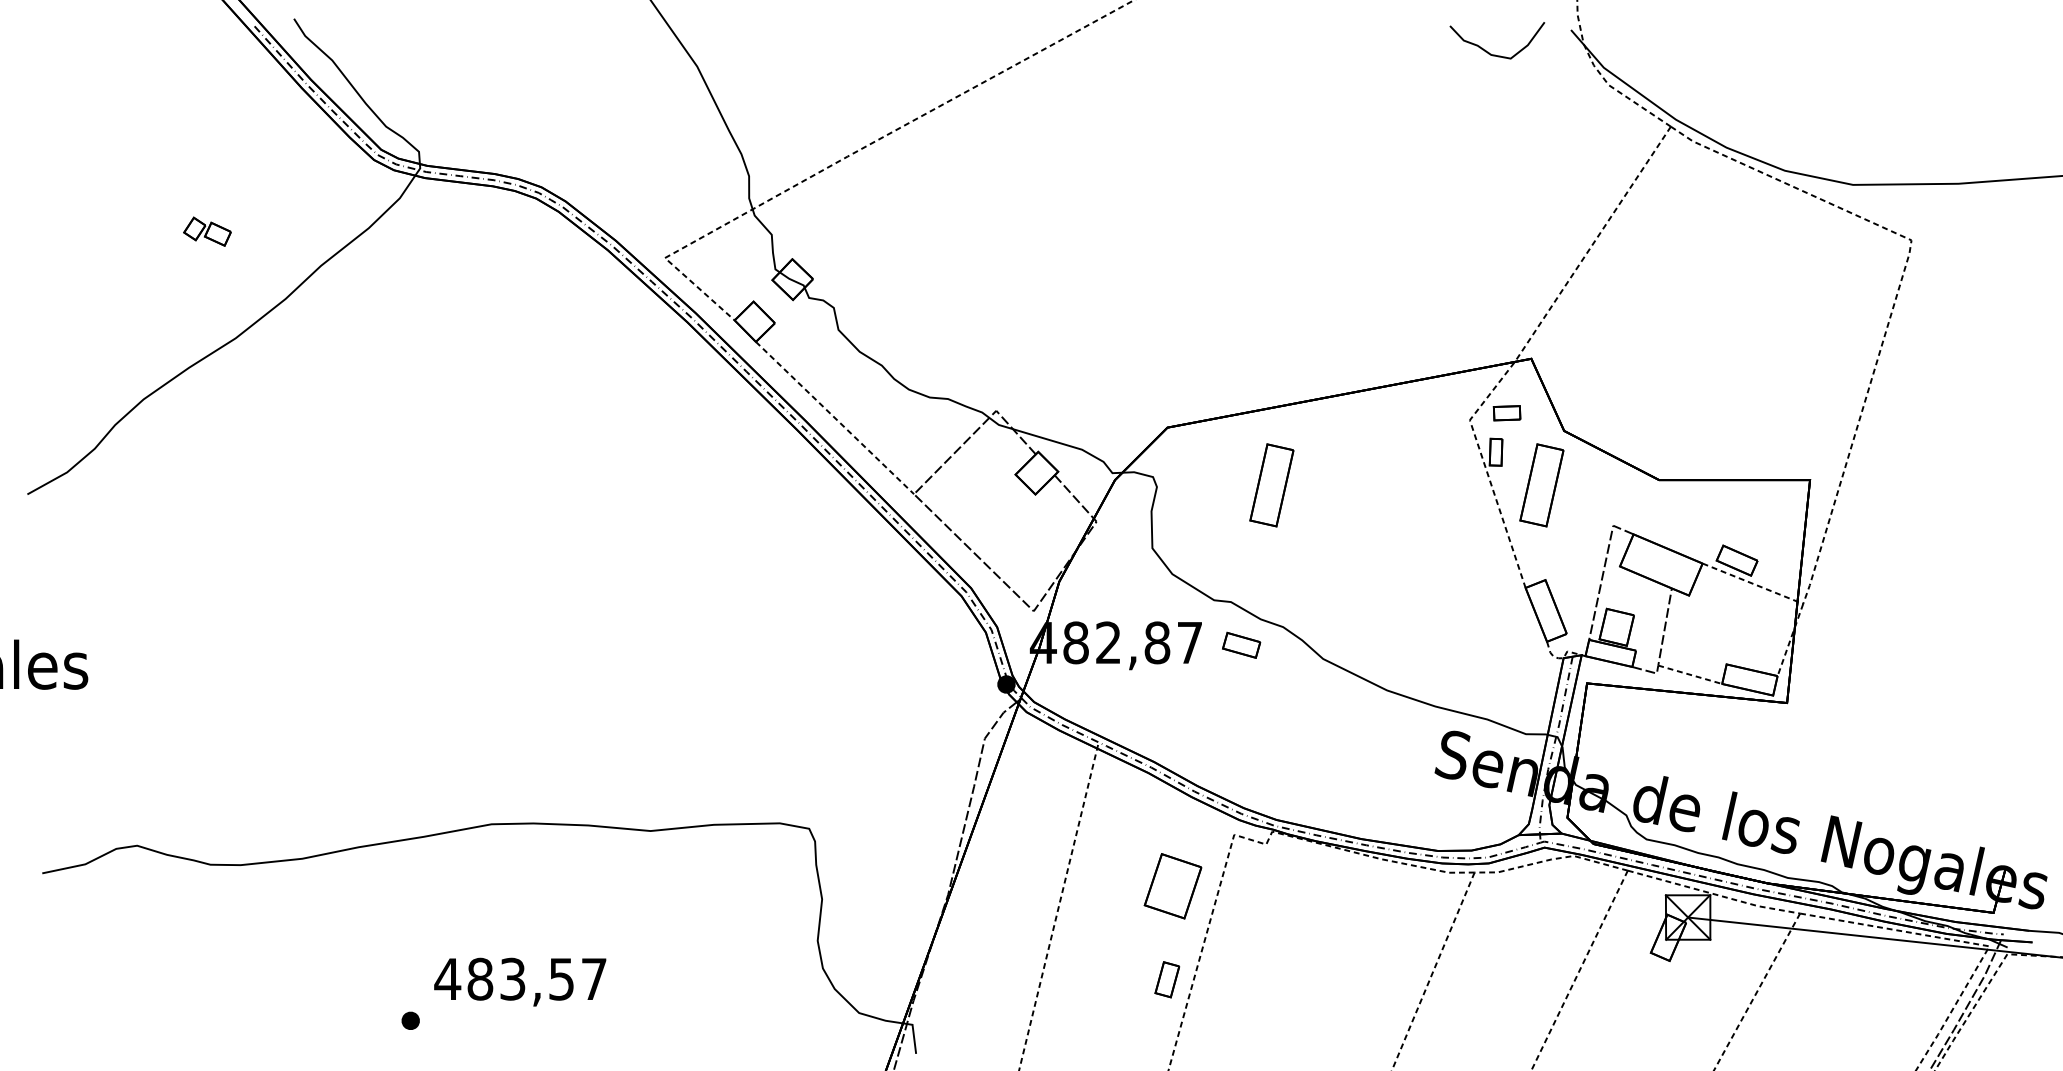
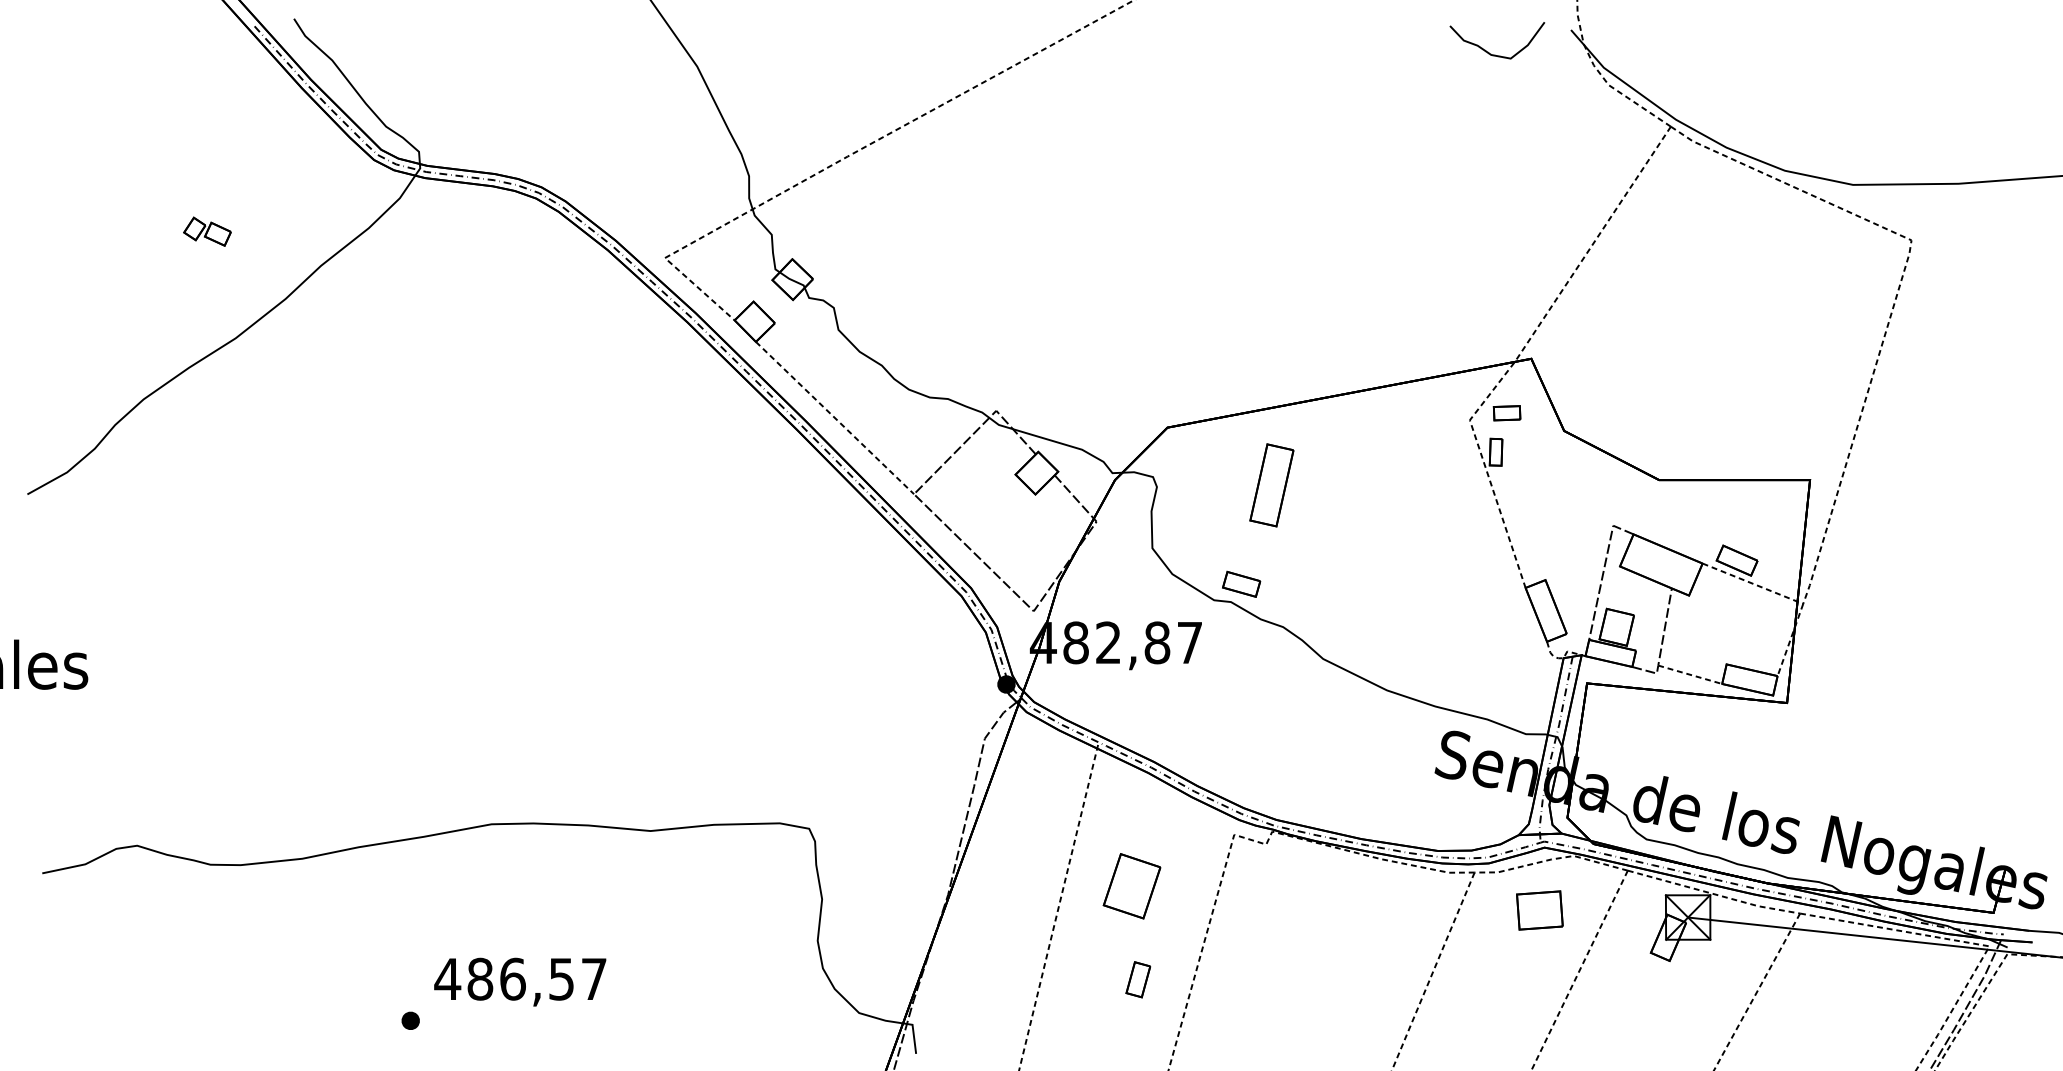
part at (1541, 485): present -> none
part at (1241, 644) position: (1241, 644) -> (1241, 583)
part at (1172, 886) position: (1172, 886) -> (1131, 886)
part at (1539, 910): none -> present
text at (512, 978): 483,57 -> 486,57
part at (1167, 979) position: (1167, 979) -> (1138, 979)
